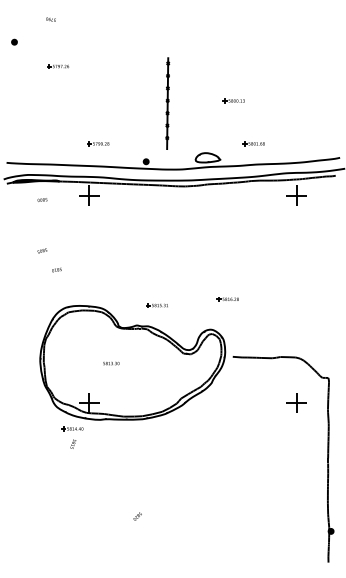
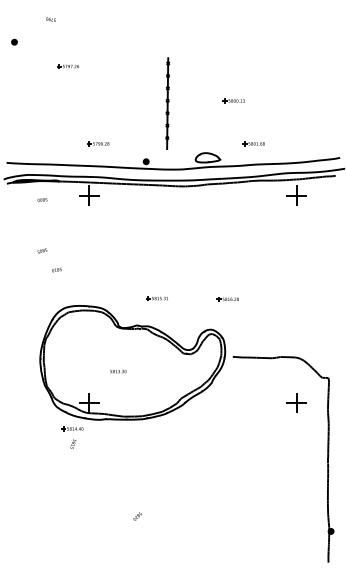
part at (57, 66) position: (57, 66) -> (67, 66)
part at (156, 305) position: (156, 305) -> (156, 298)
text at (111, 363) position: (111, 363) -> (118, 371)
